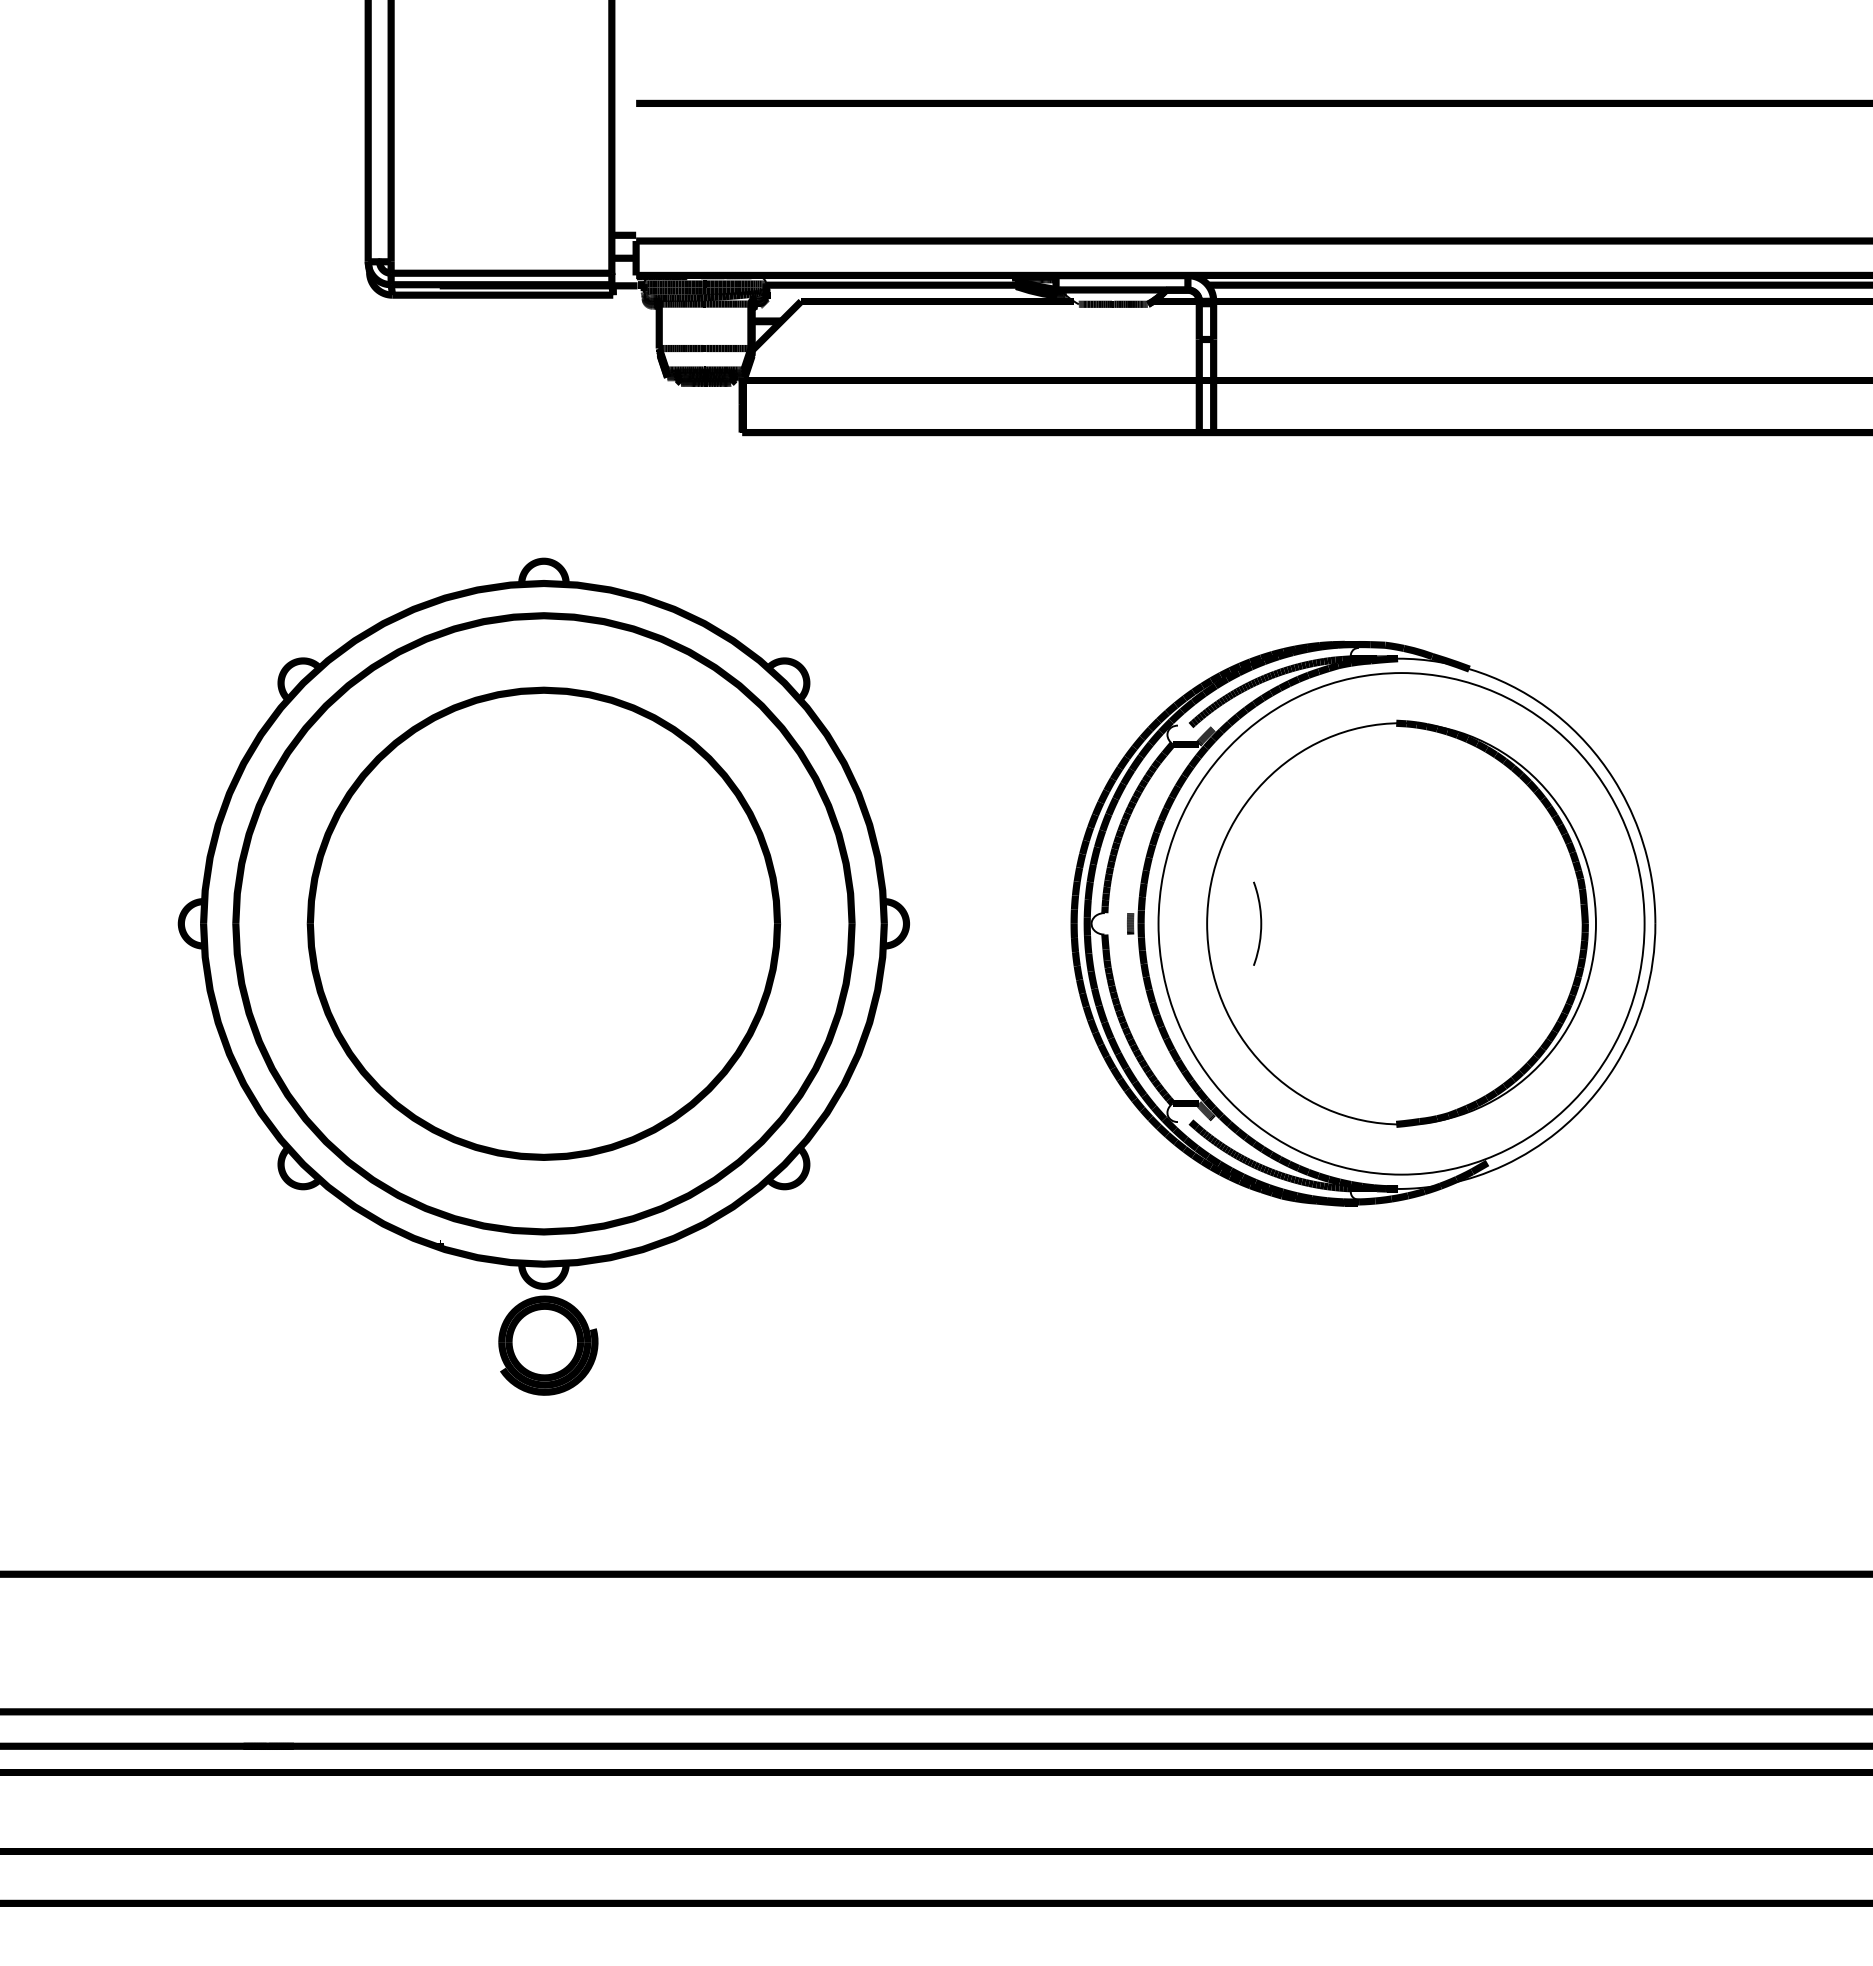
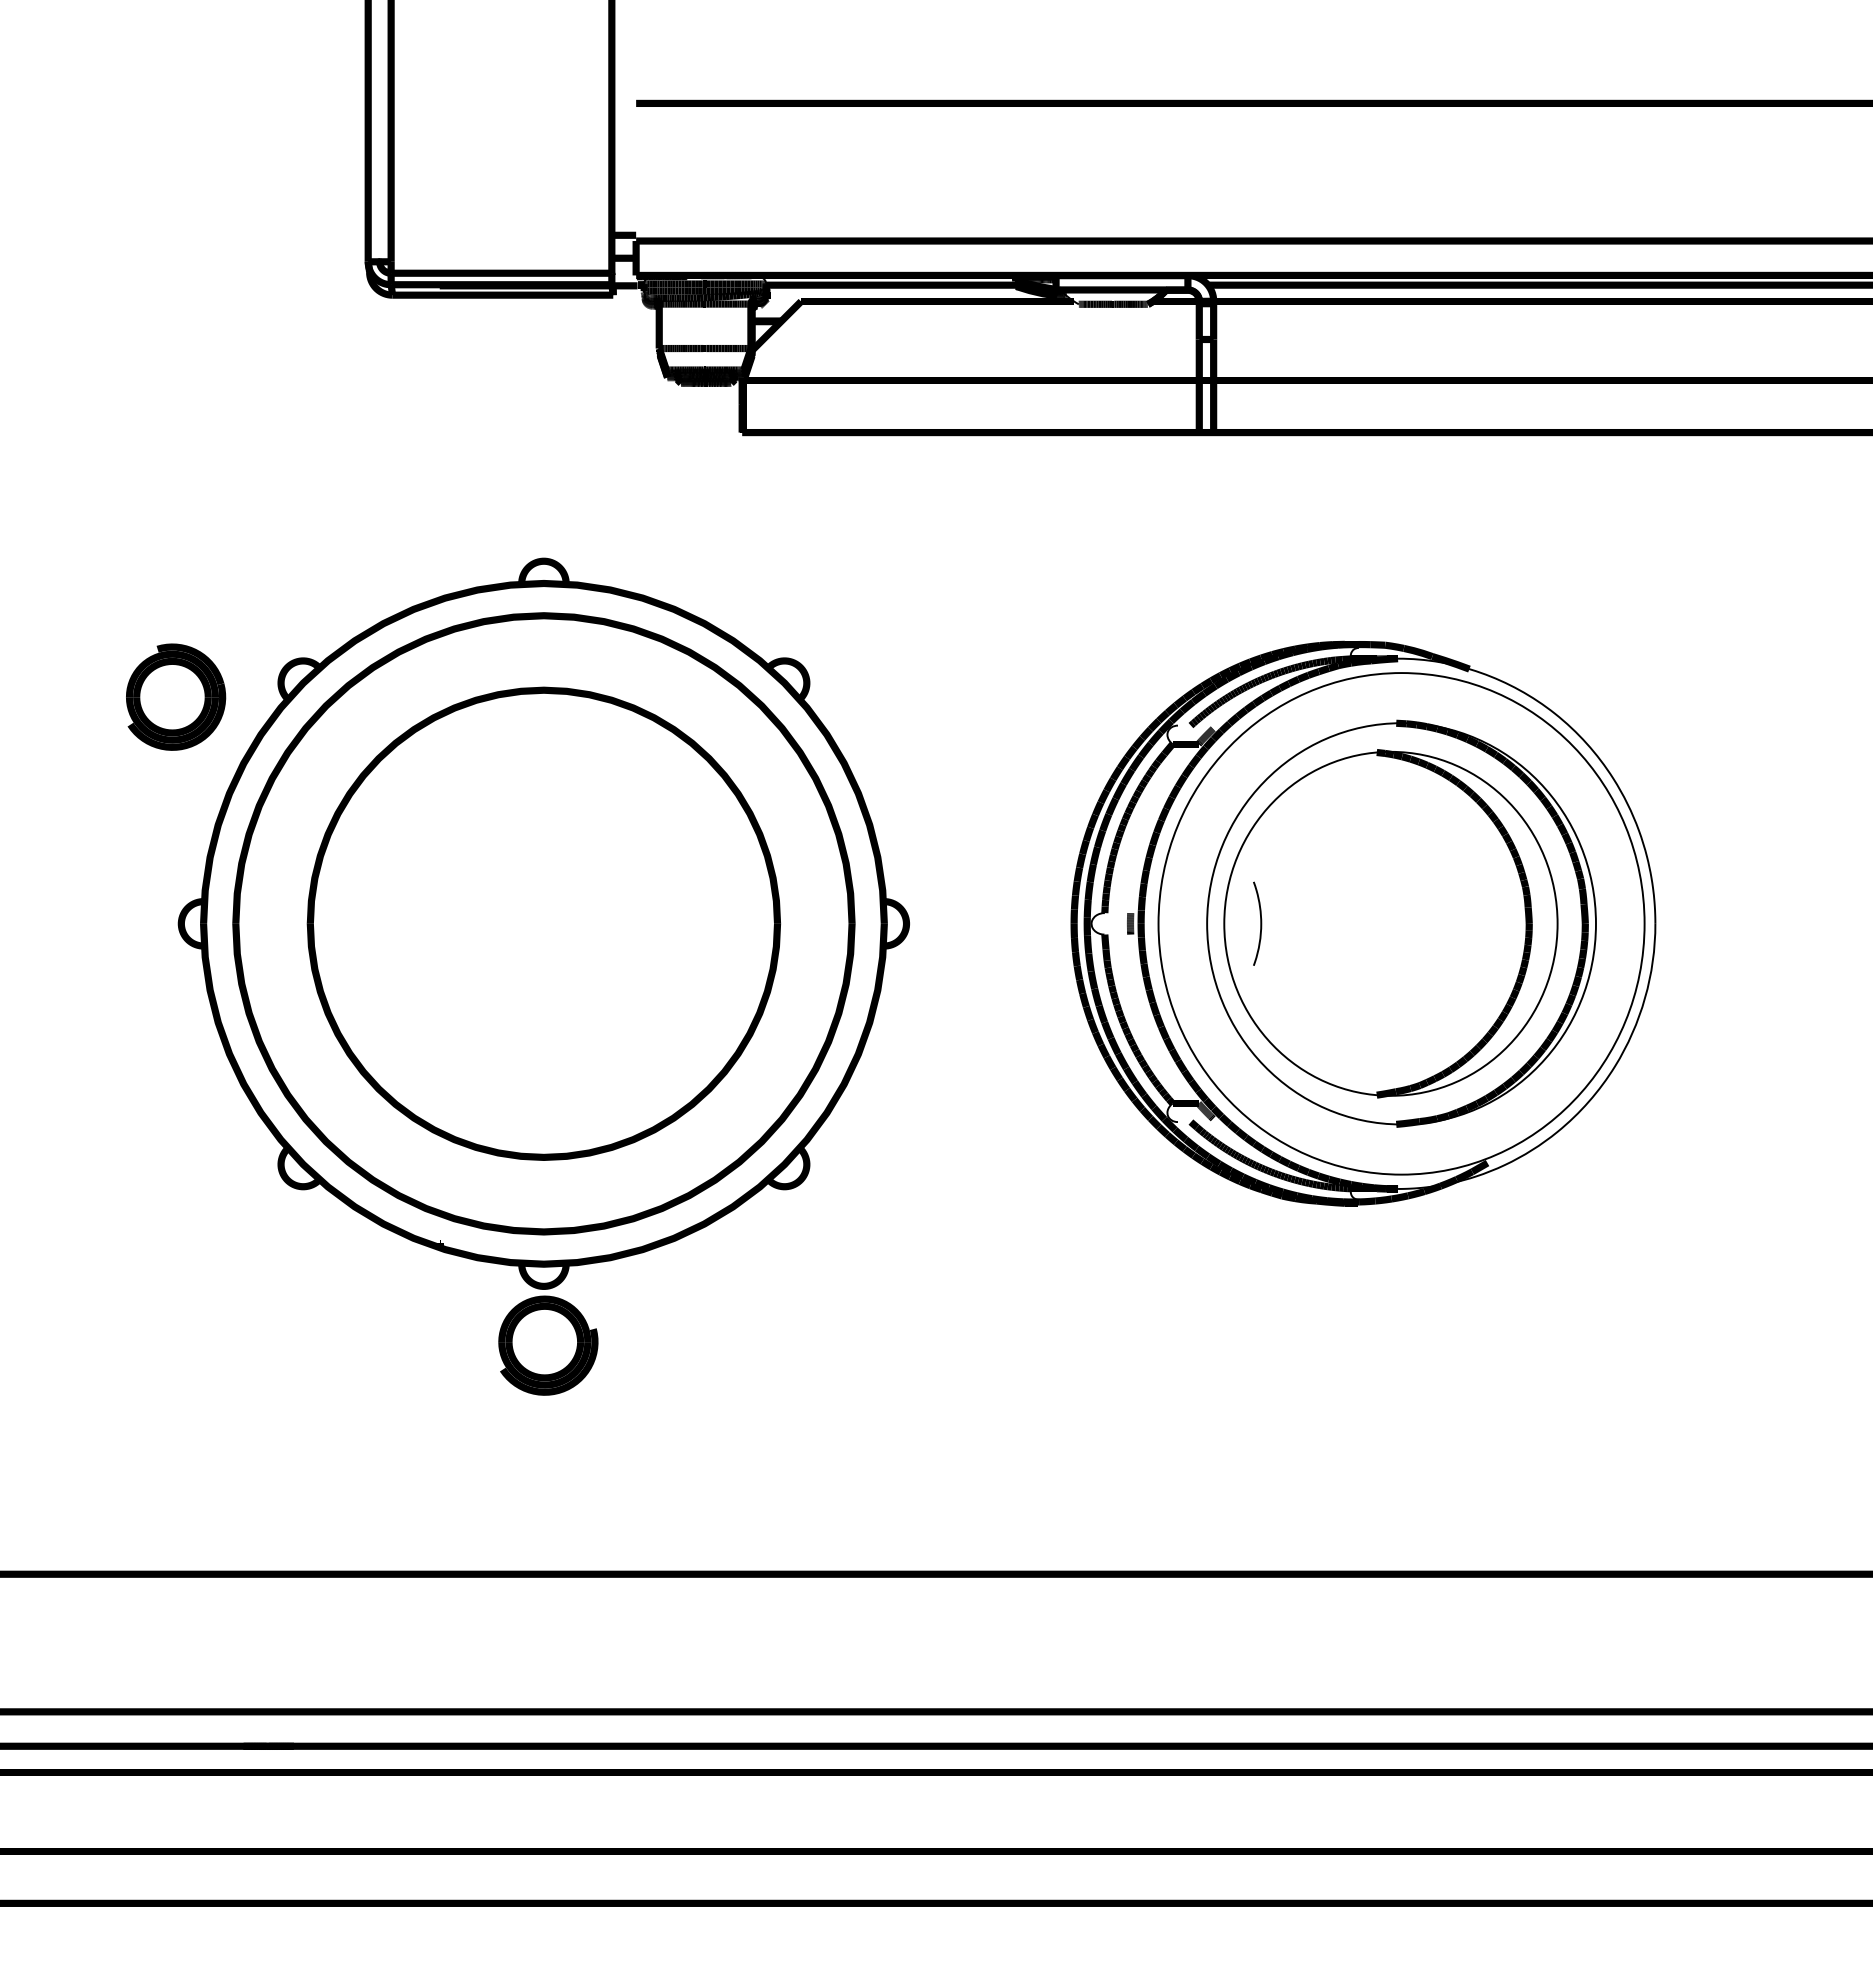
part at (176, 696): none -> present
part at (1390, 923): none -> present
